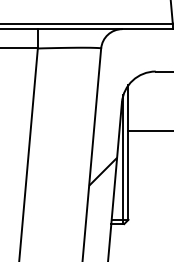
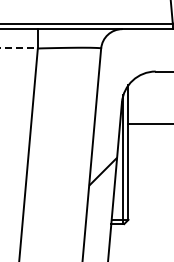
line at (19, 48): solid -> dashed
line at (149, 130) position: (149, 130) -> (149, 123)
